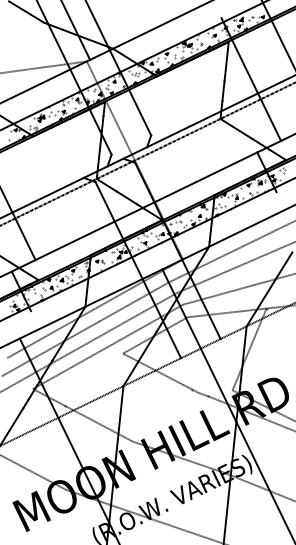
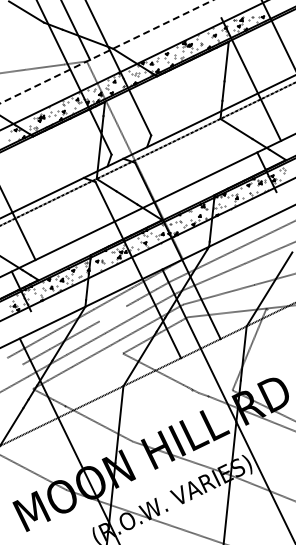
line at (107, 51): solid -> dashed
line at (112, 313): present -> none
line at (12, 369): present -> none
